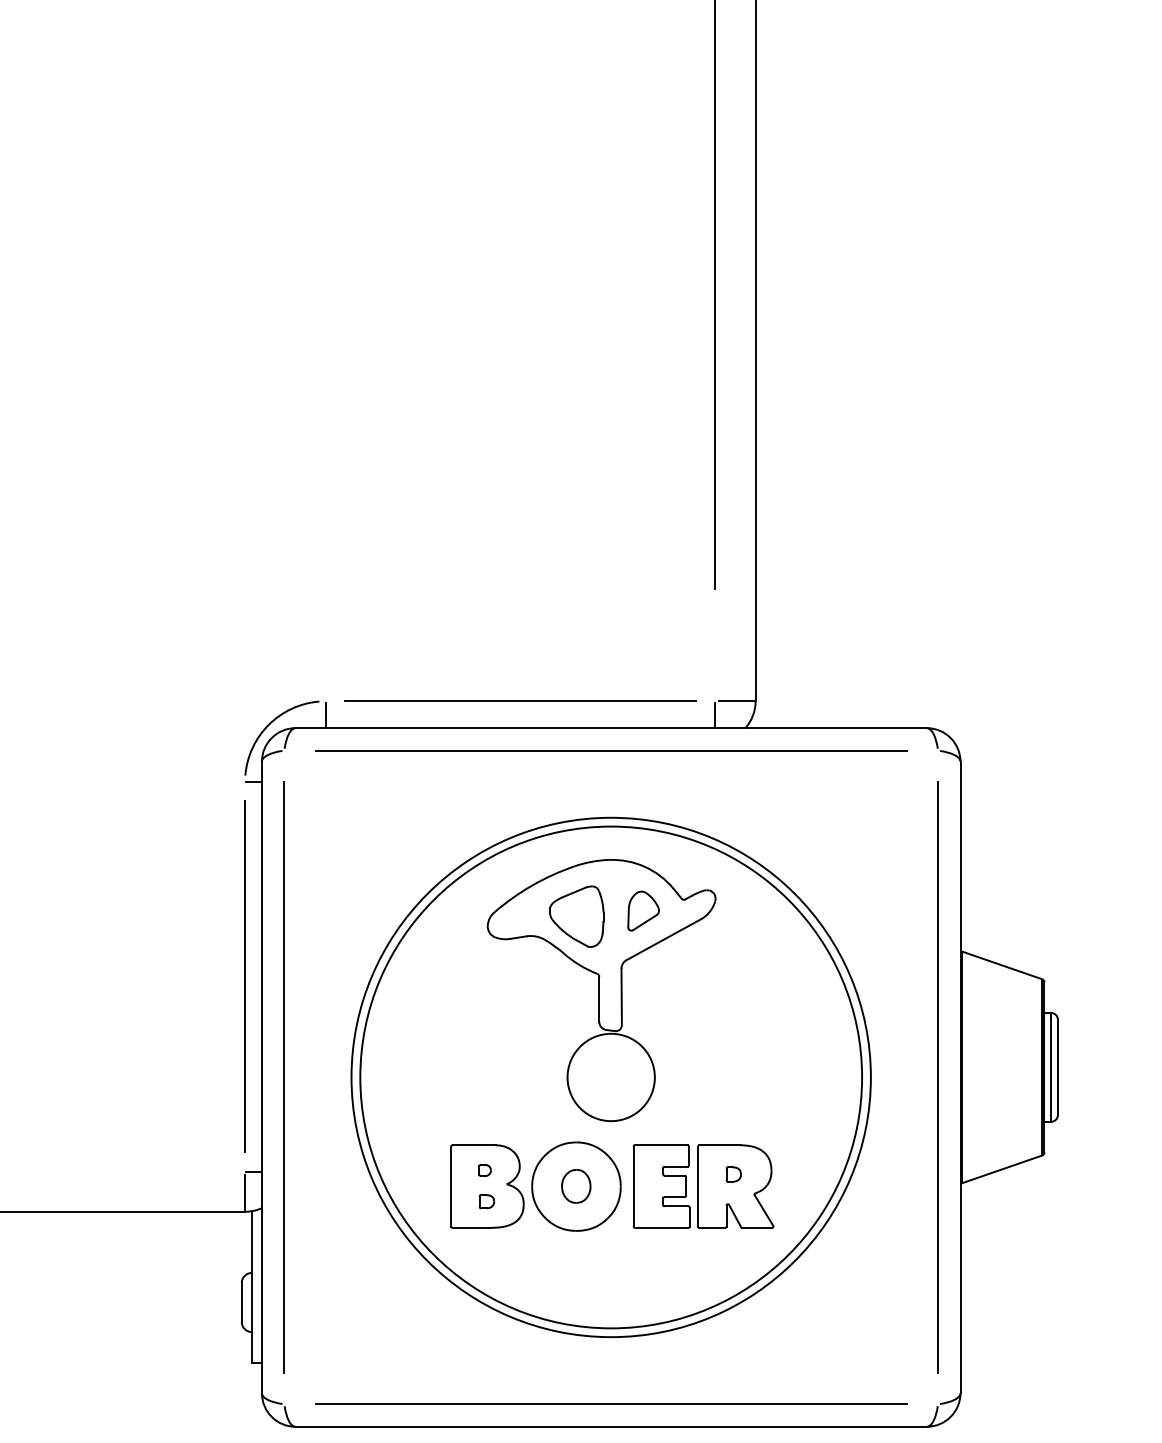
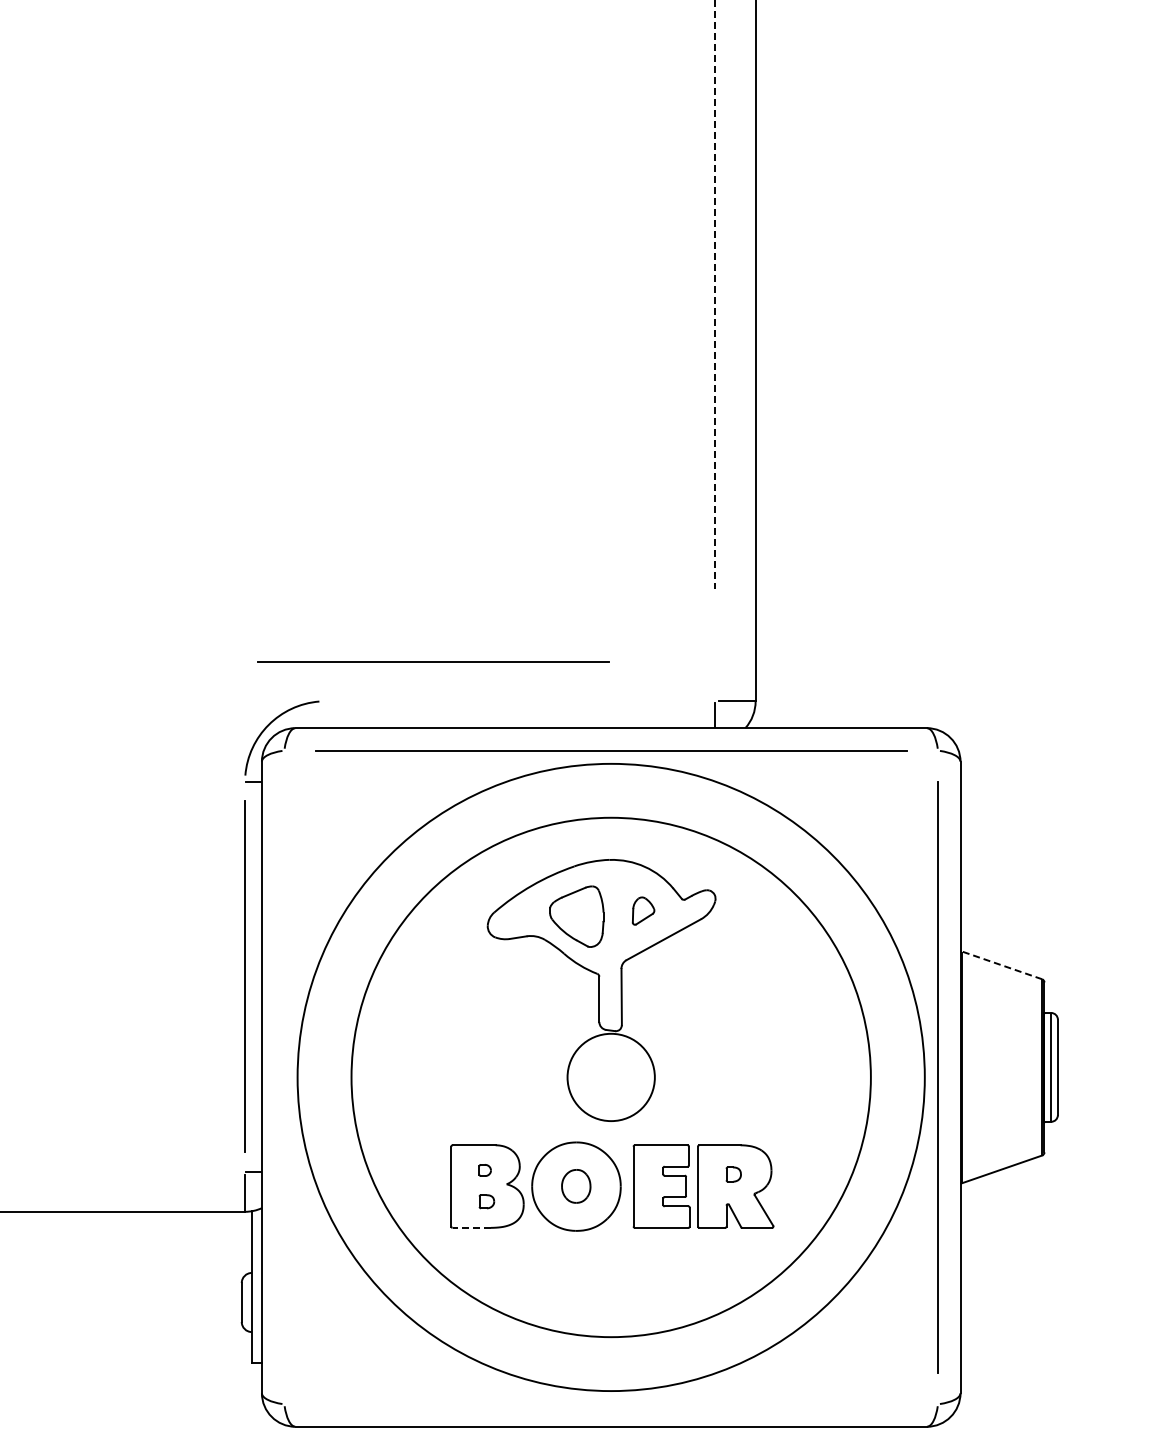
line at (715, 295): solid -> dashed
line at (520, 700) position: (520, 700) -> (433, 661)
line at (325, 714): present -> none
part at (643, 910) size: 33x42 px -> 25x30 px
line at (1001, 965): solid -> dashed
line at (284, 1077): present -> none
circle at (611, 1077) diameter: 502 px -> 627 px
line at (471, 1227): solid -> dashed
line at (610, 1404): present -> none
